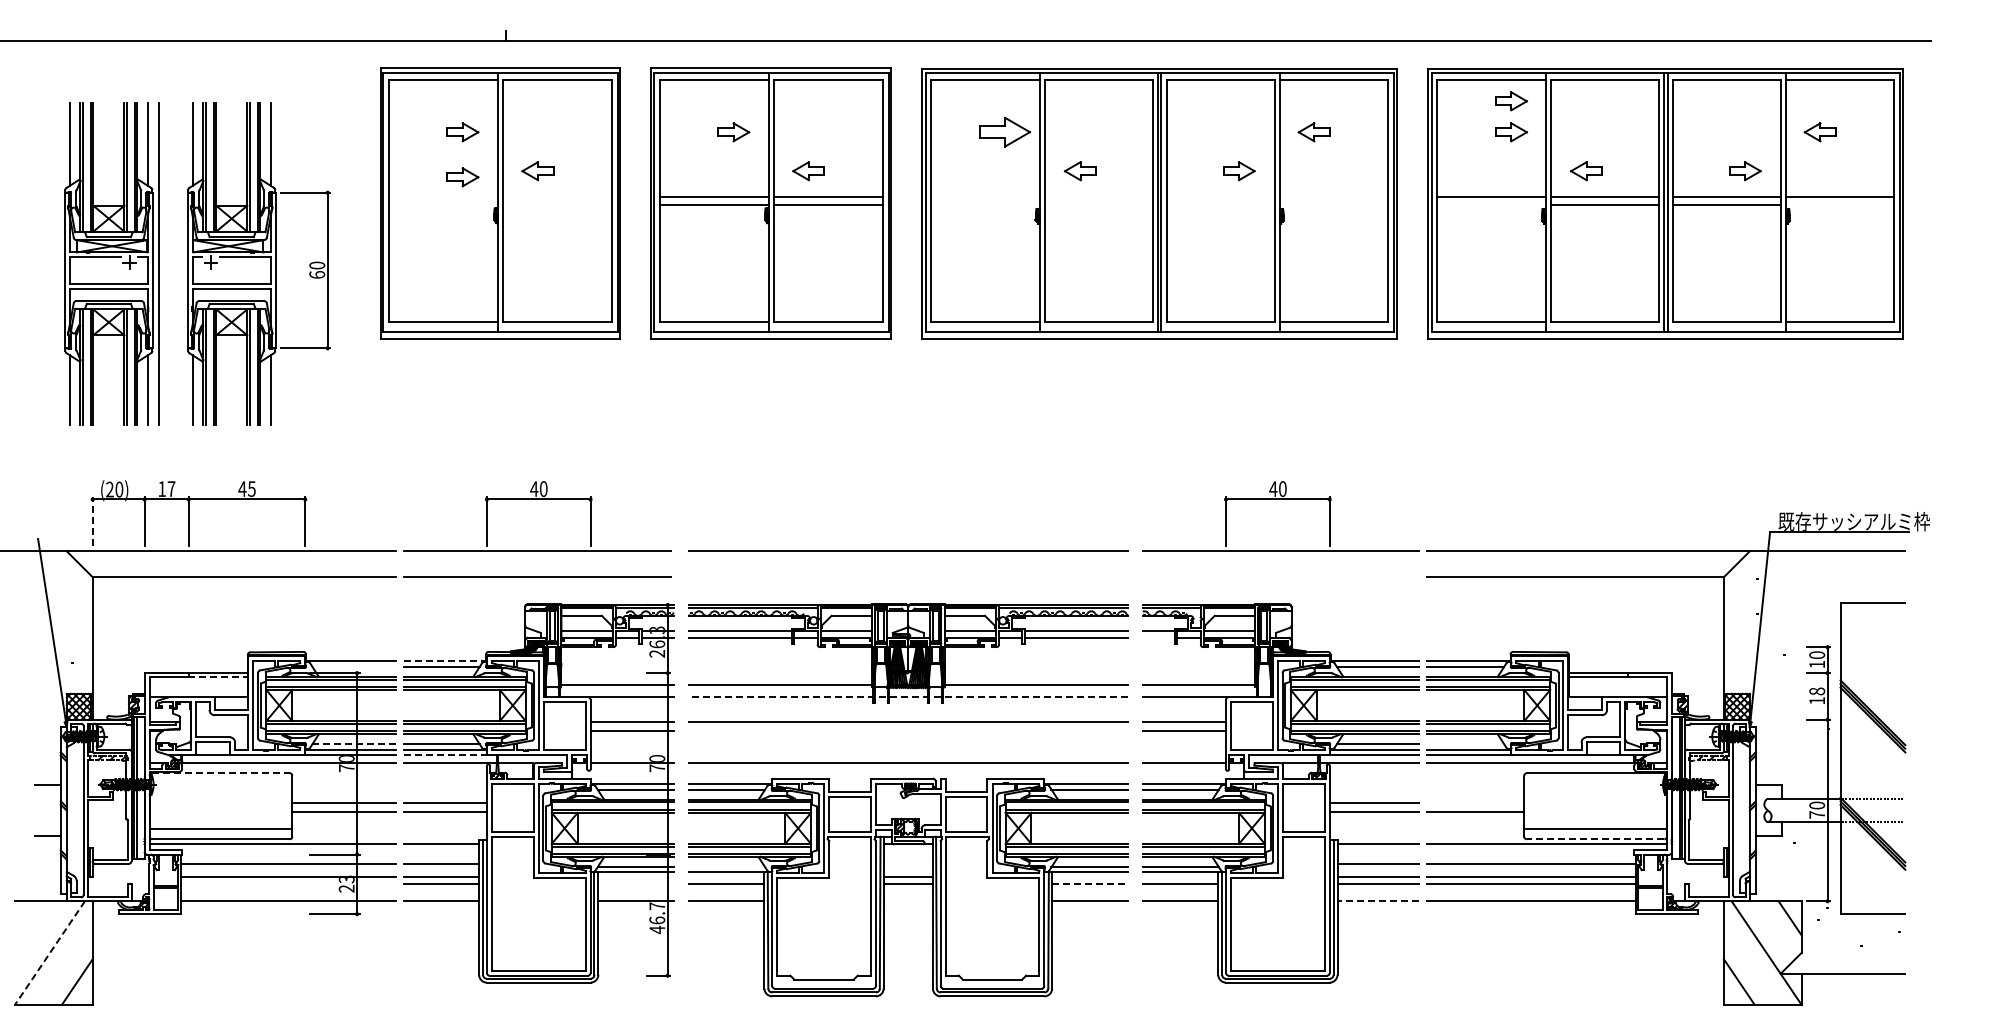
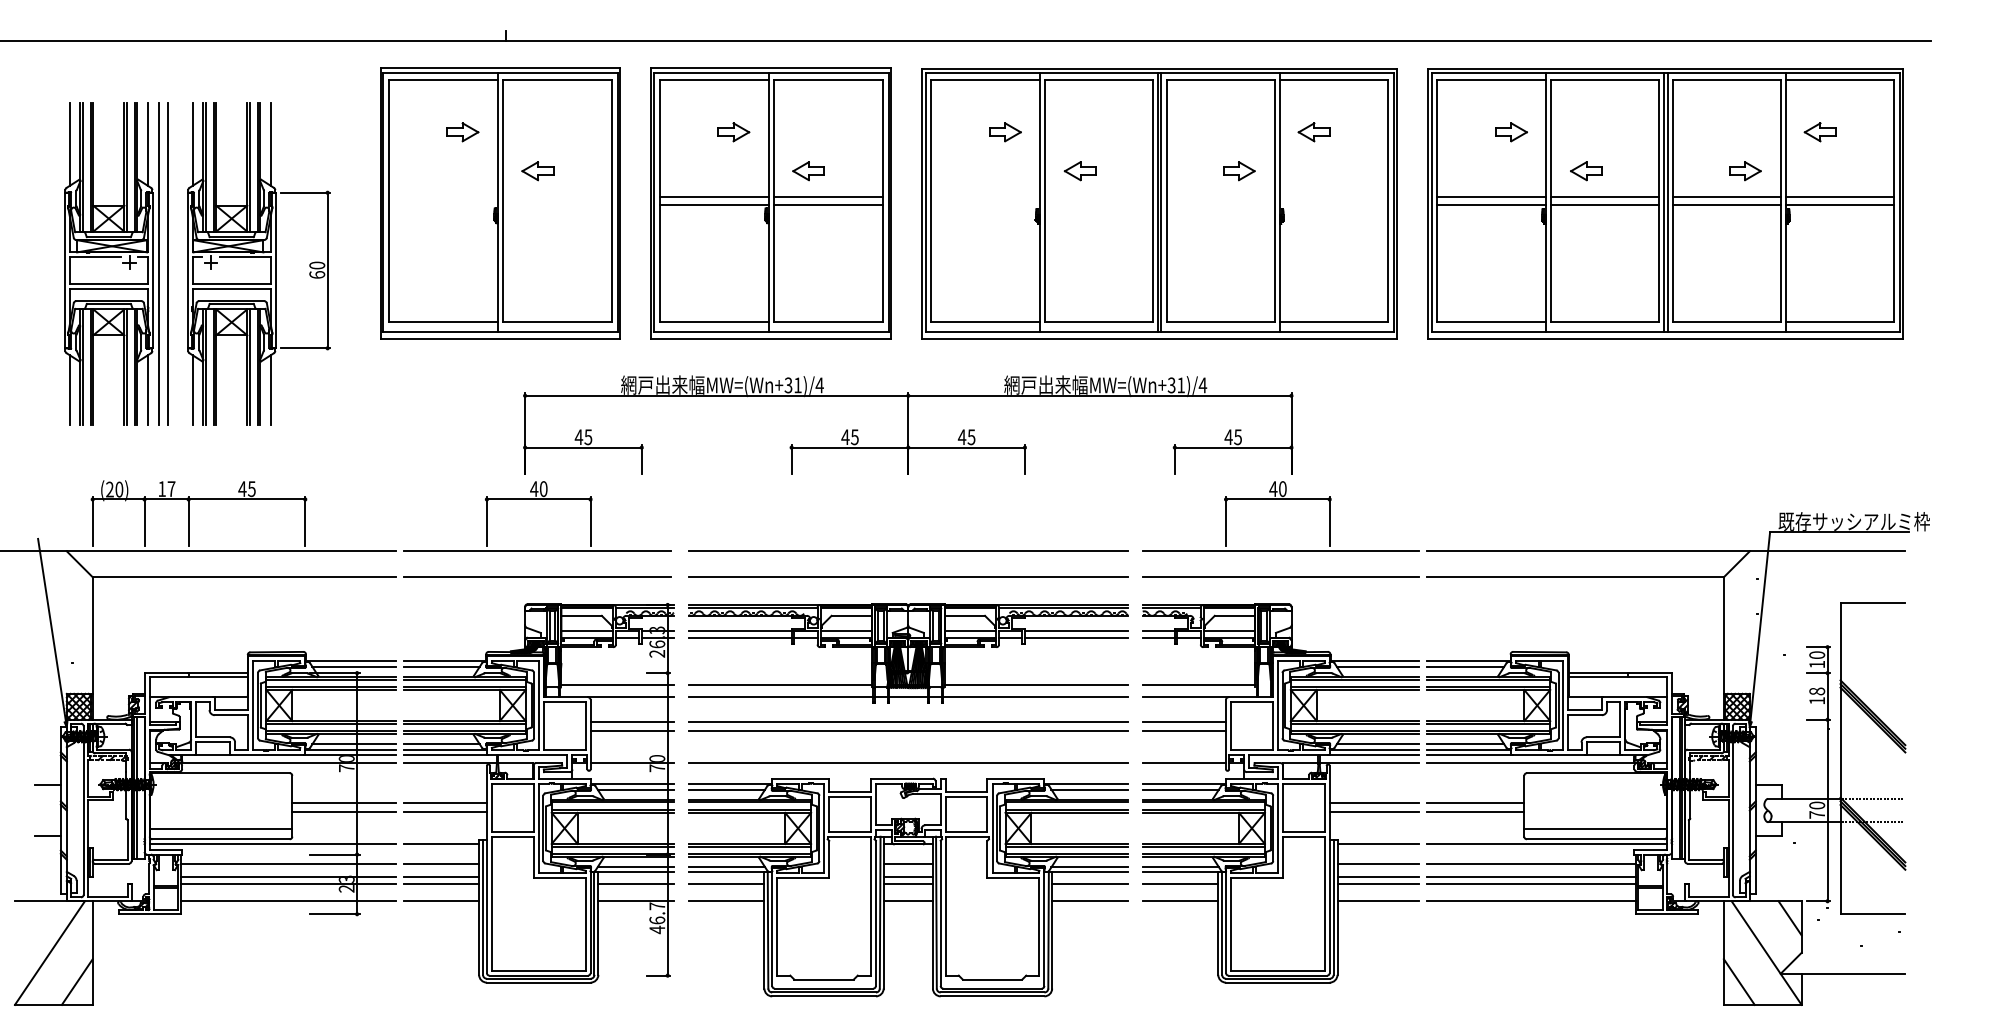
part at (1511, 101): present -> none
part at (1005, 131) size: 53x32 px -> 33x21 px
part at (462, 177): present -> none
line at (1491, 204): none -> present
line at (1840, 204): none -> present
line at (167, 263): none -> present
part at (908, 424): none -> present
line at (92, 521): dashed -> solid
line at (908, 576): none -> present
line at (1280, 577): none -> present
line at (1158, 638): none -> present
line at (445, 661): dashed -> solid
line at (354, 666): none -> present
line at (217, 677): dashed -> solid
line at (908, 697): dashed -> solid
line at (908, 730): none -> present
line at (354, 744): dashed -> solid
line at (1465, 744): none -> present
line at (446, 755): dashed -> solid
line at (221, 773): dashed -> solid
line at (1475, 803): none -> present
line at (1595, 839): dashed -> solid
line at (907, 863): none -> present
line at (726, 867): none -> present
line at (288, 884): none -> present
line at (635, 884): none -> present
line at (1090, 884): dashed -> solid
line at (907, 901): none -> present
line at (1378, 901): dashed -> solid
line at (49, 953): dashed -> solid
